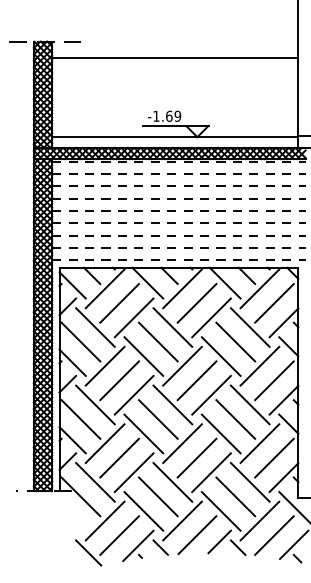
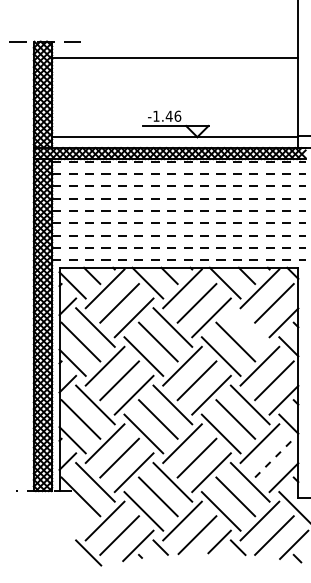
text at (173, 115): -1.69 -> -1.46
line at (249, 327): present -> none
line at (274, 457): solid -> dashed
